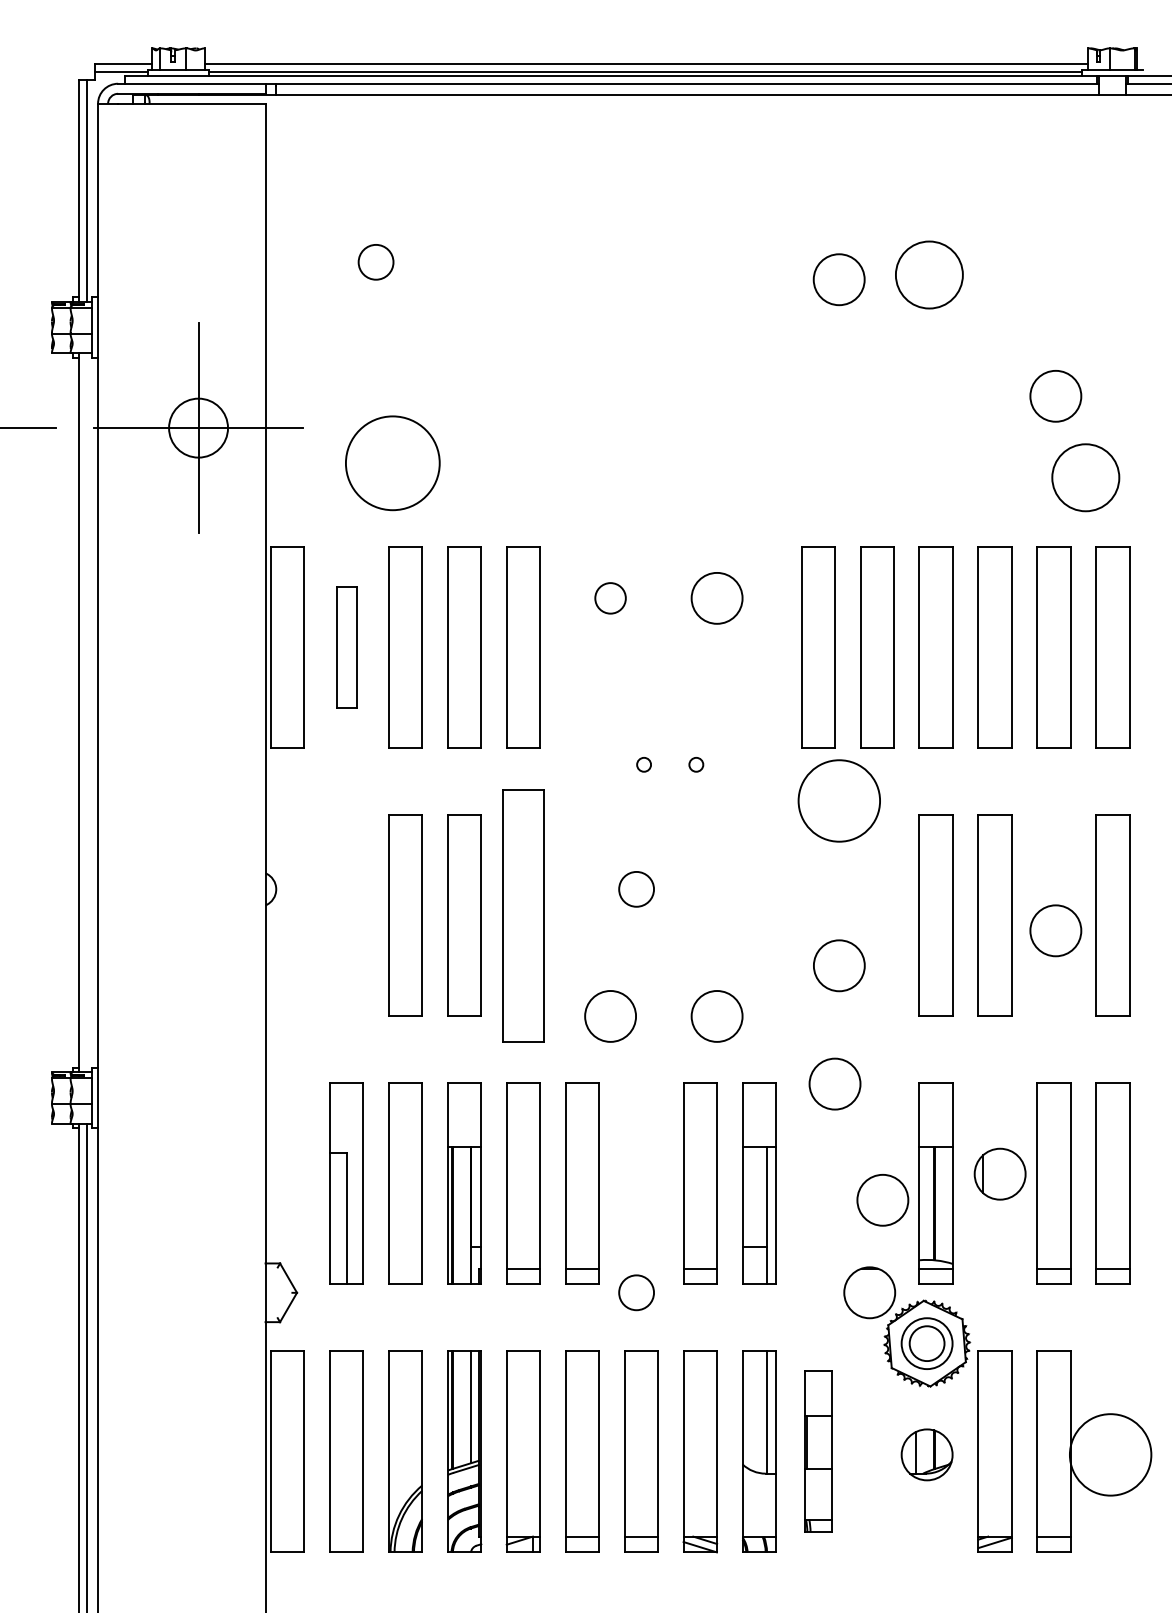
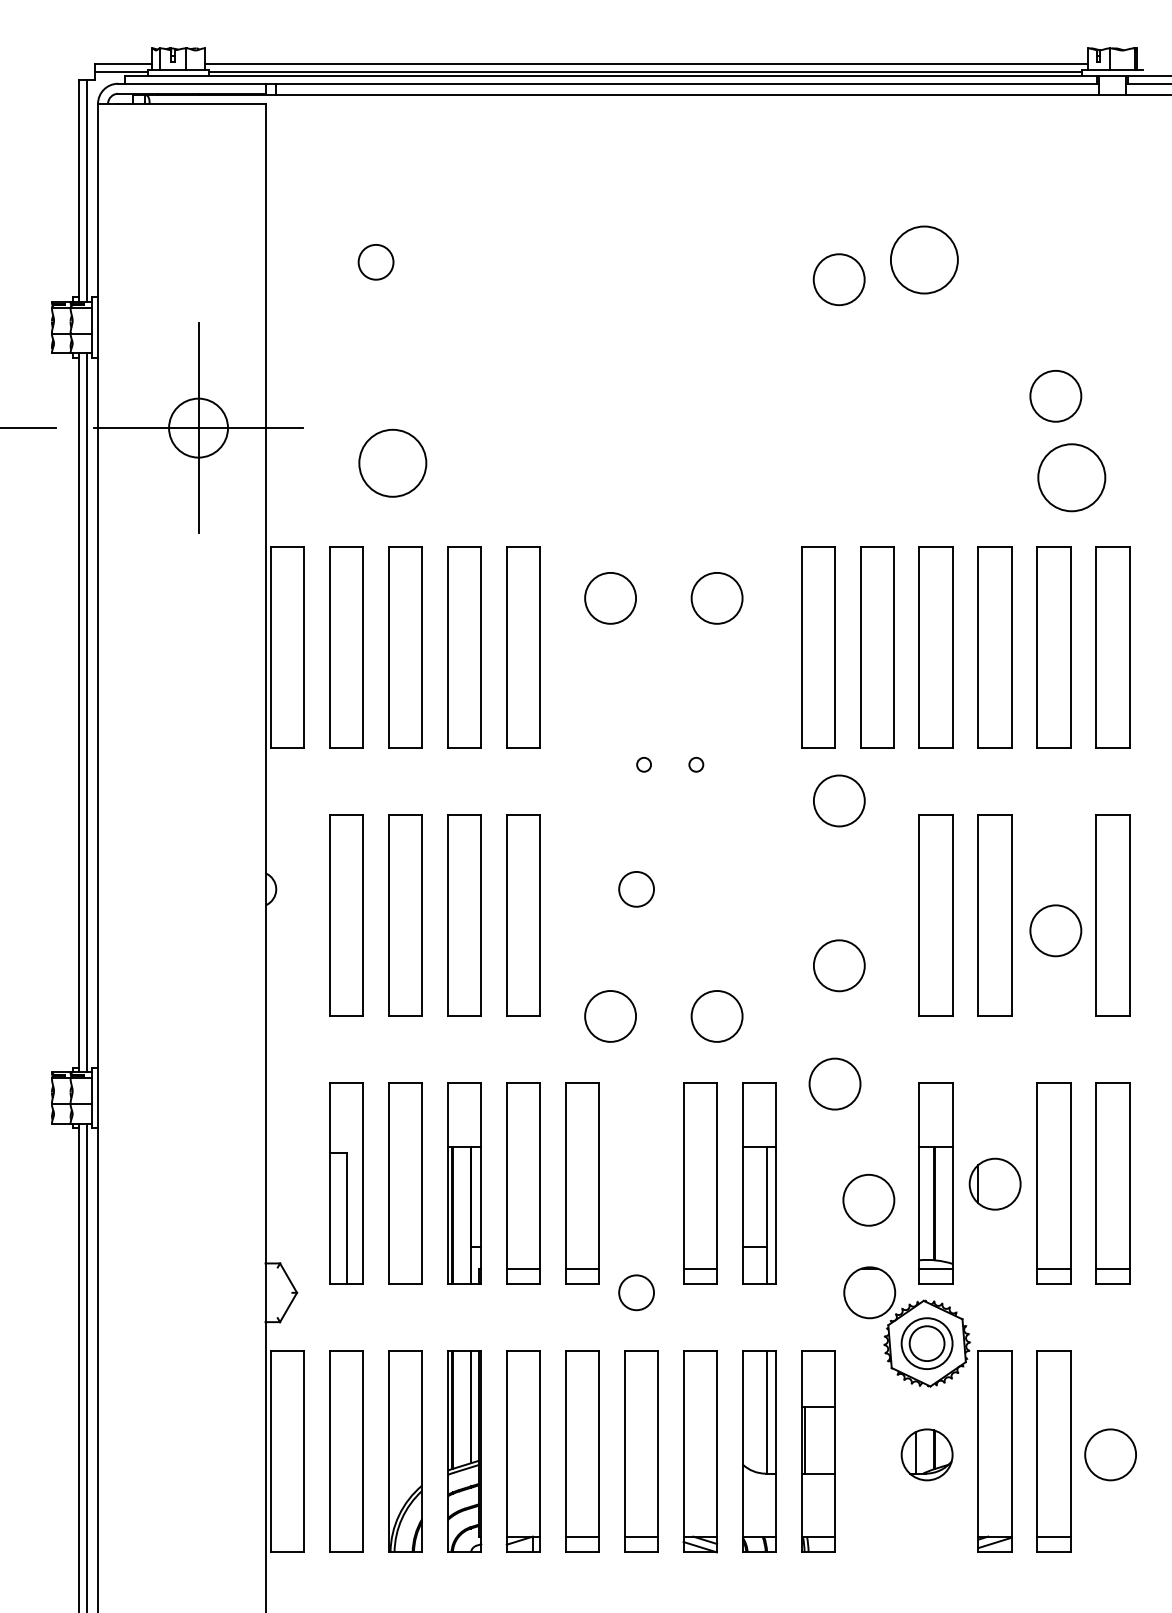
circle at (929, 274) position: (929, 274) -> (924, 259)
circle at (392, 463) diameter: 94 px -> 67 px
circle at (1085, 477) position: (1085, 477) -> (1071, 477)
circle at (610, 598) diameter: 31 px -> 51 px
part at (346, 647) size: 22x123 px -> 35x203 px
line at (87, 712): none -> present
circle at (839, 800) diameter: 81 px -> 51 px
part at (346, 915): none -> present
part at (523, 915) size: 43x254 px -> 35x203 px
part at (999, 1173) position: (999, 1173) -> (994, 1183)
circle at (882, 1200) position: (882, 1200) -> (868, 1200)
part at (818, 1451) size: 29x163 px -> 35x203 px
circle at (1110, 1454) diameter: 81 px -> 51 px
